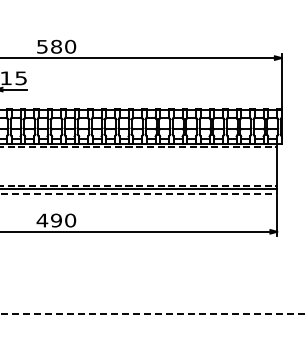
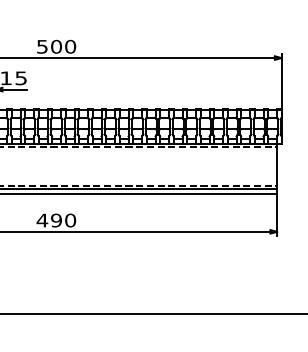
text at (56, 46): 580 -> 500
line at (139, 193): dashed -> solid
line at (153, 314): dashed -> solid
